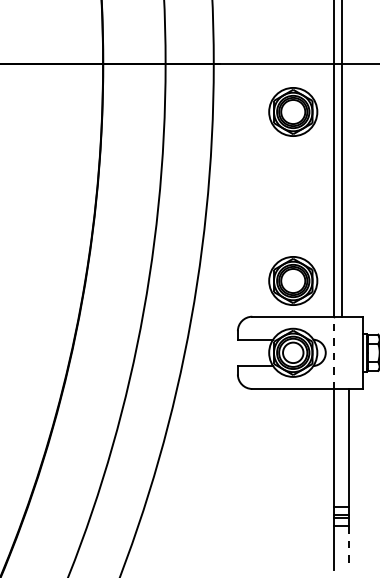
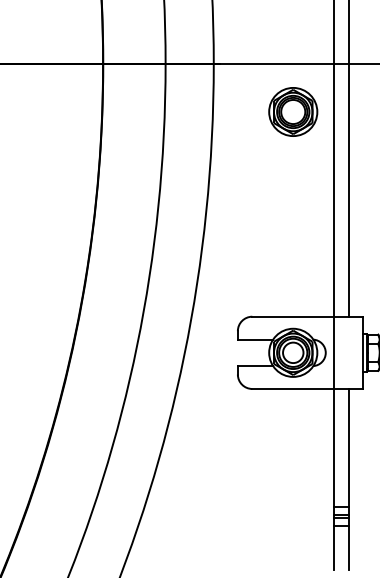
line at (341, 159) position: (341, 159) -> (348, 159)
part at (293, 280): present -> none
line at (334, 352): dashed -> solid
line at (348, 548): dashed -> solid
